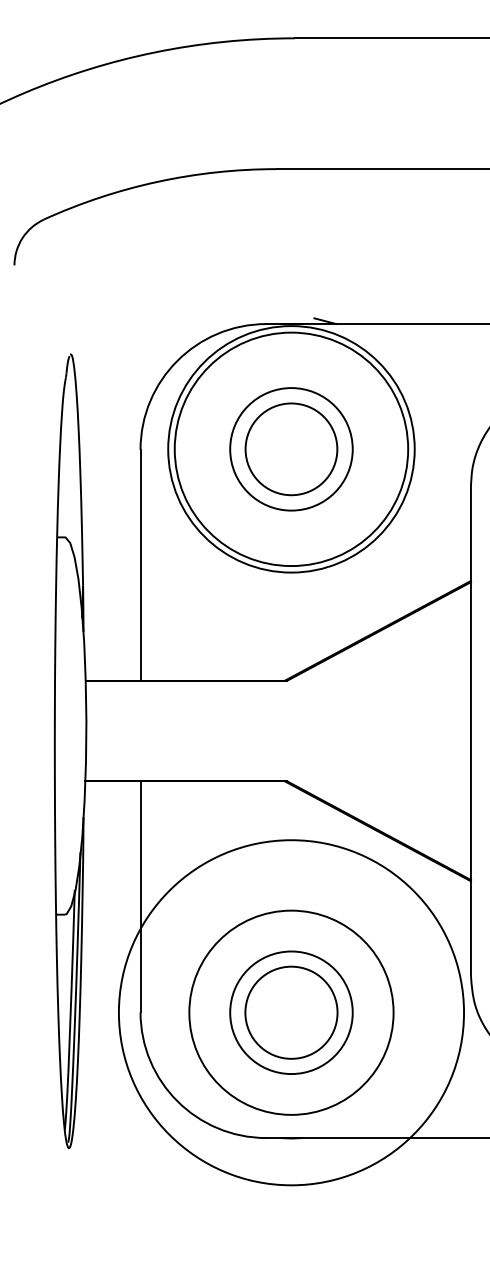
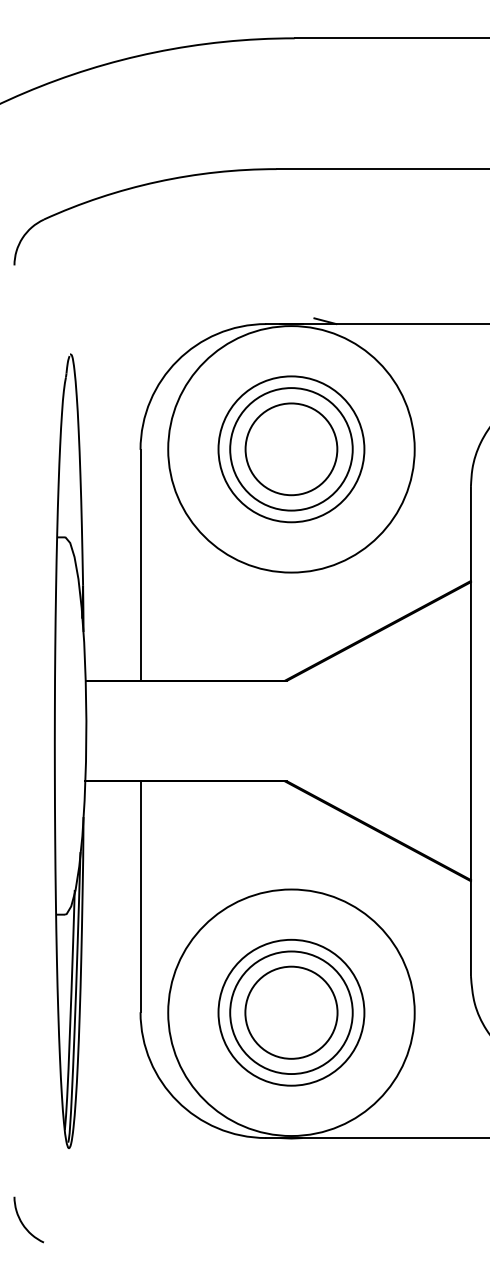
circle at (291, 449) diameter: 233 px -> 146 px
circle at (291, 1012) diameter: 204 px -> 146 px
circle at (291, 1012) diameter: 345 px -> 246 px
curve at (22, 1221): none -> present
